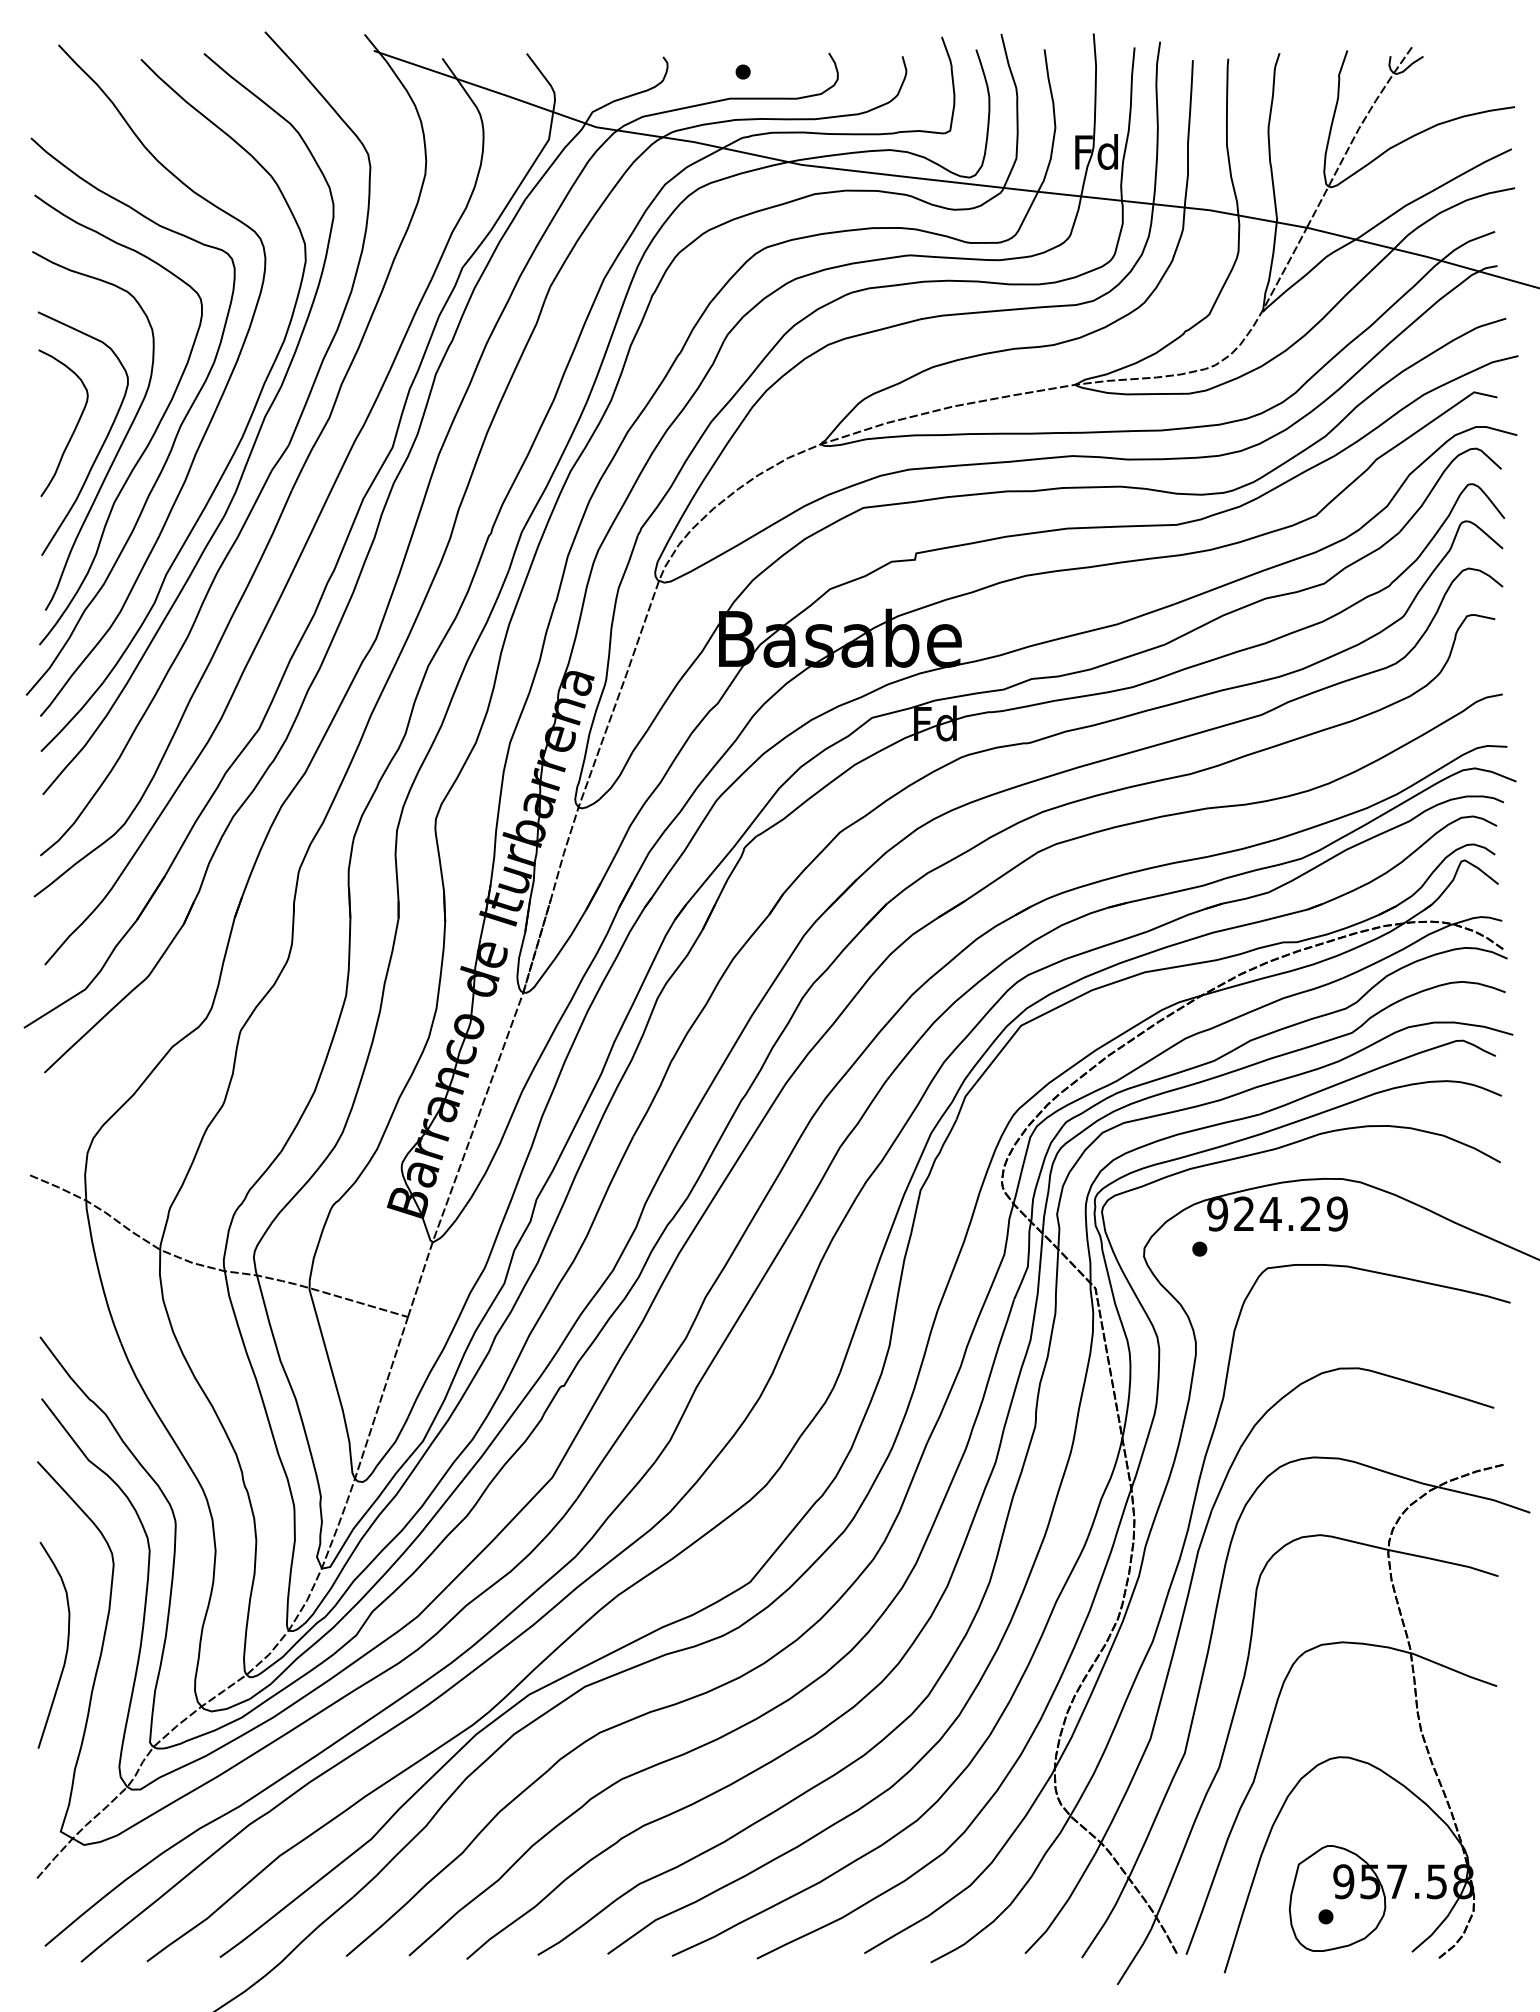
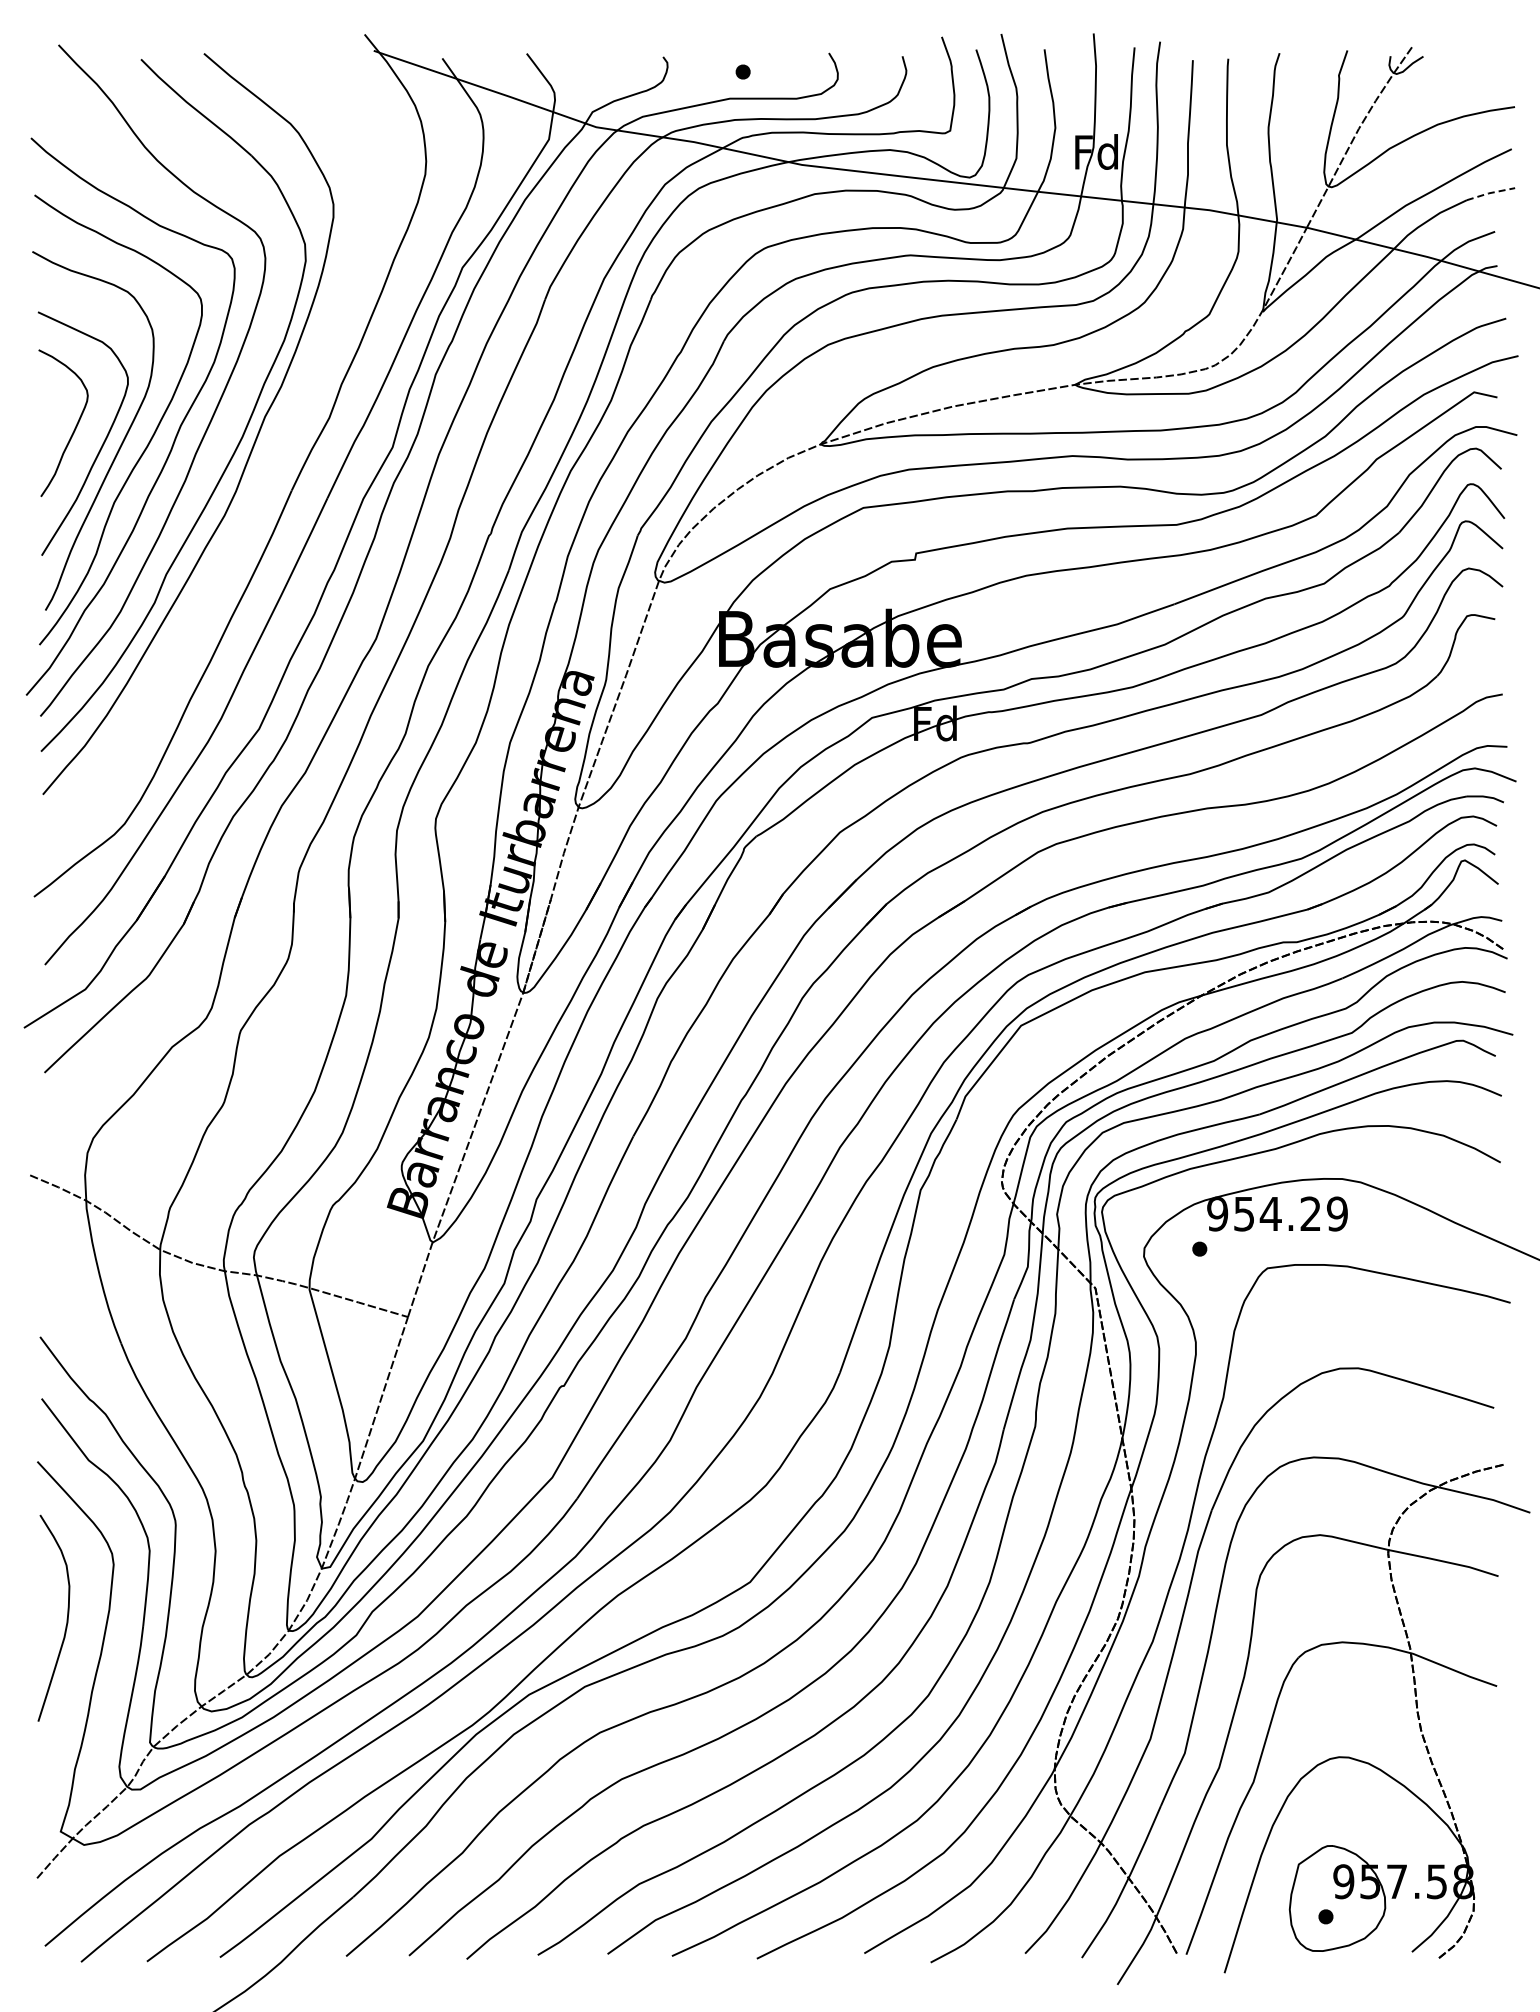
line at (1490, 193): solid -> dashed
part at (268, 474): present -> none
text at (1243, 1213): 924.29 -> 954.29
curve at (66, 1645) position: (66, 1645) -> (66, 1618)
